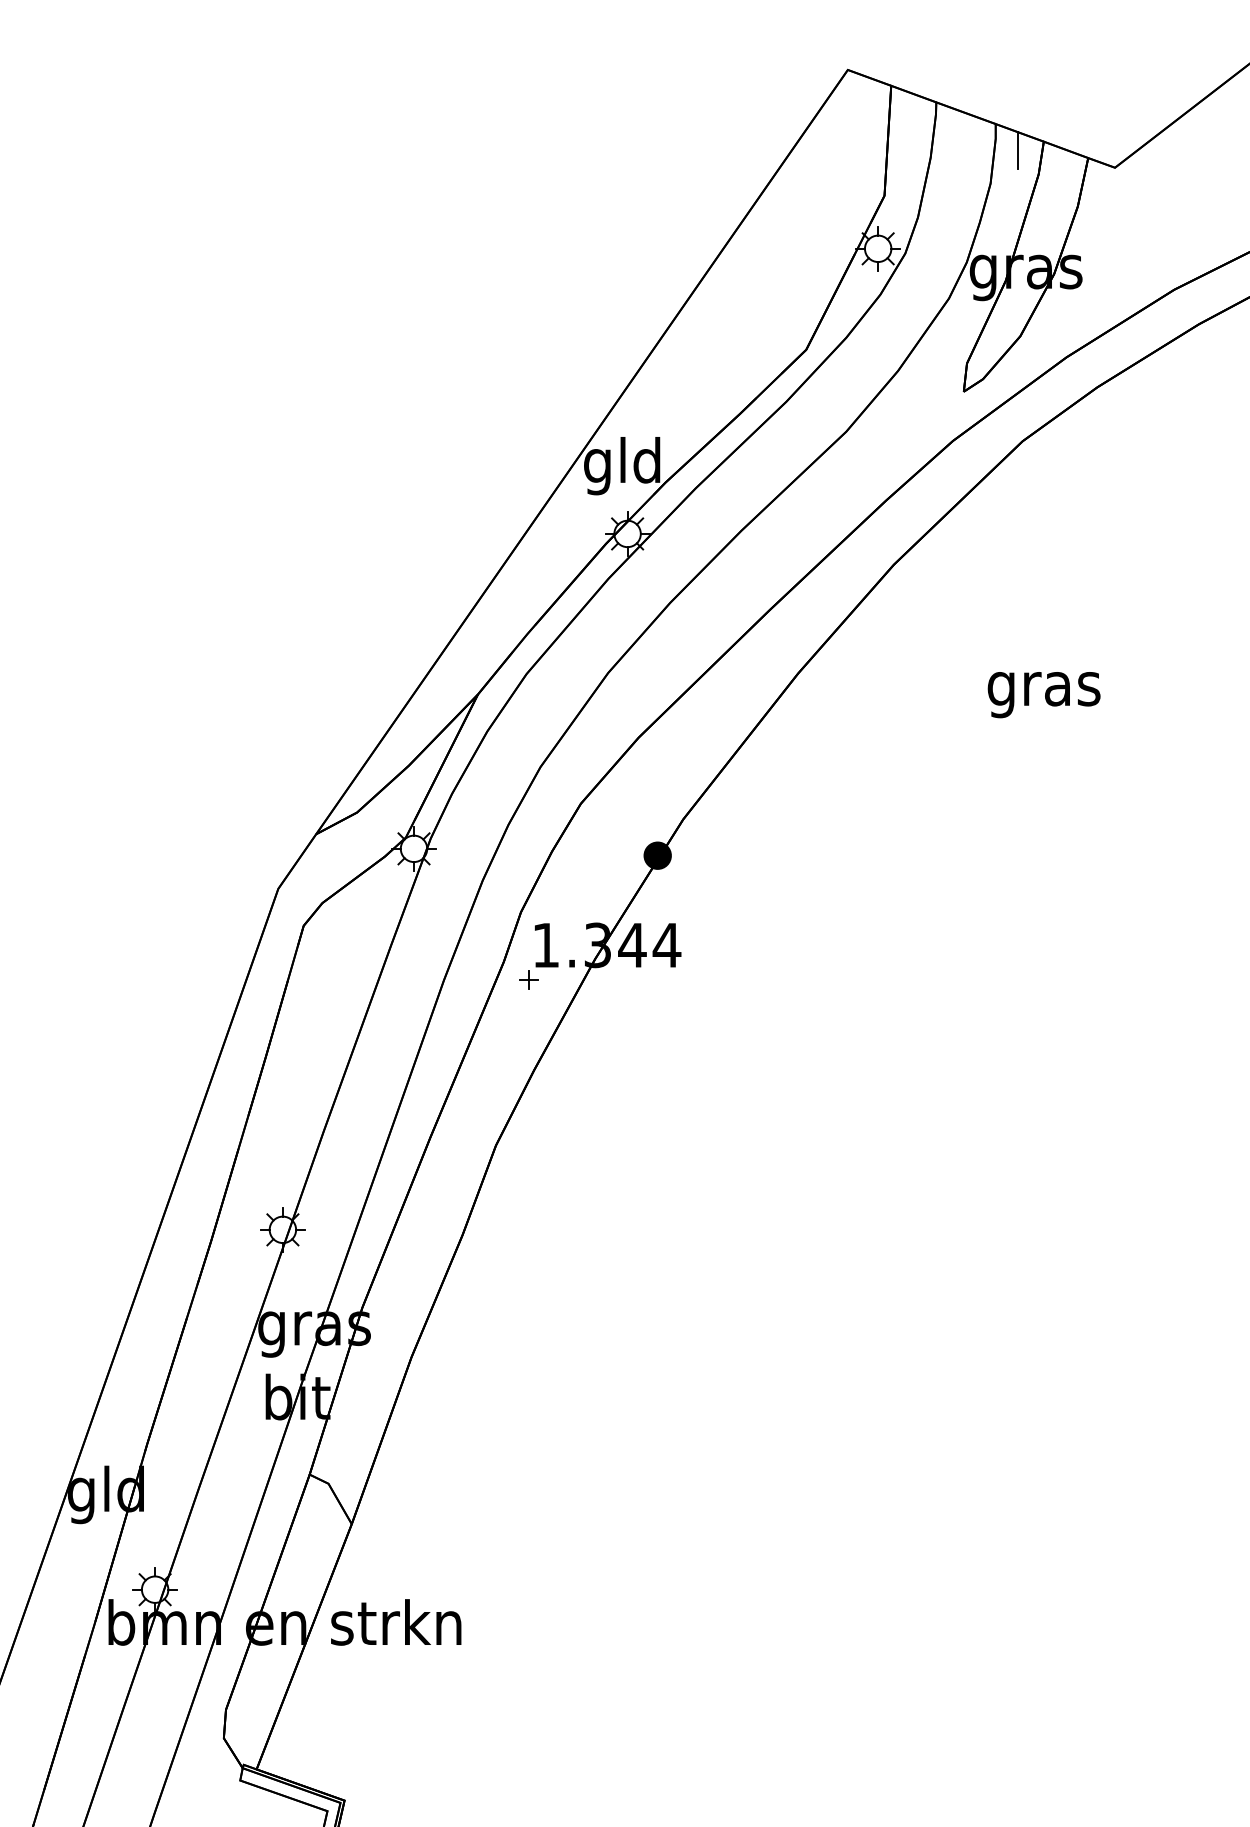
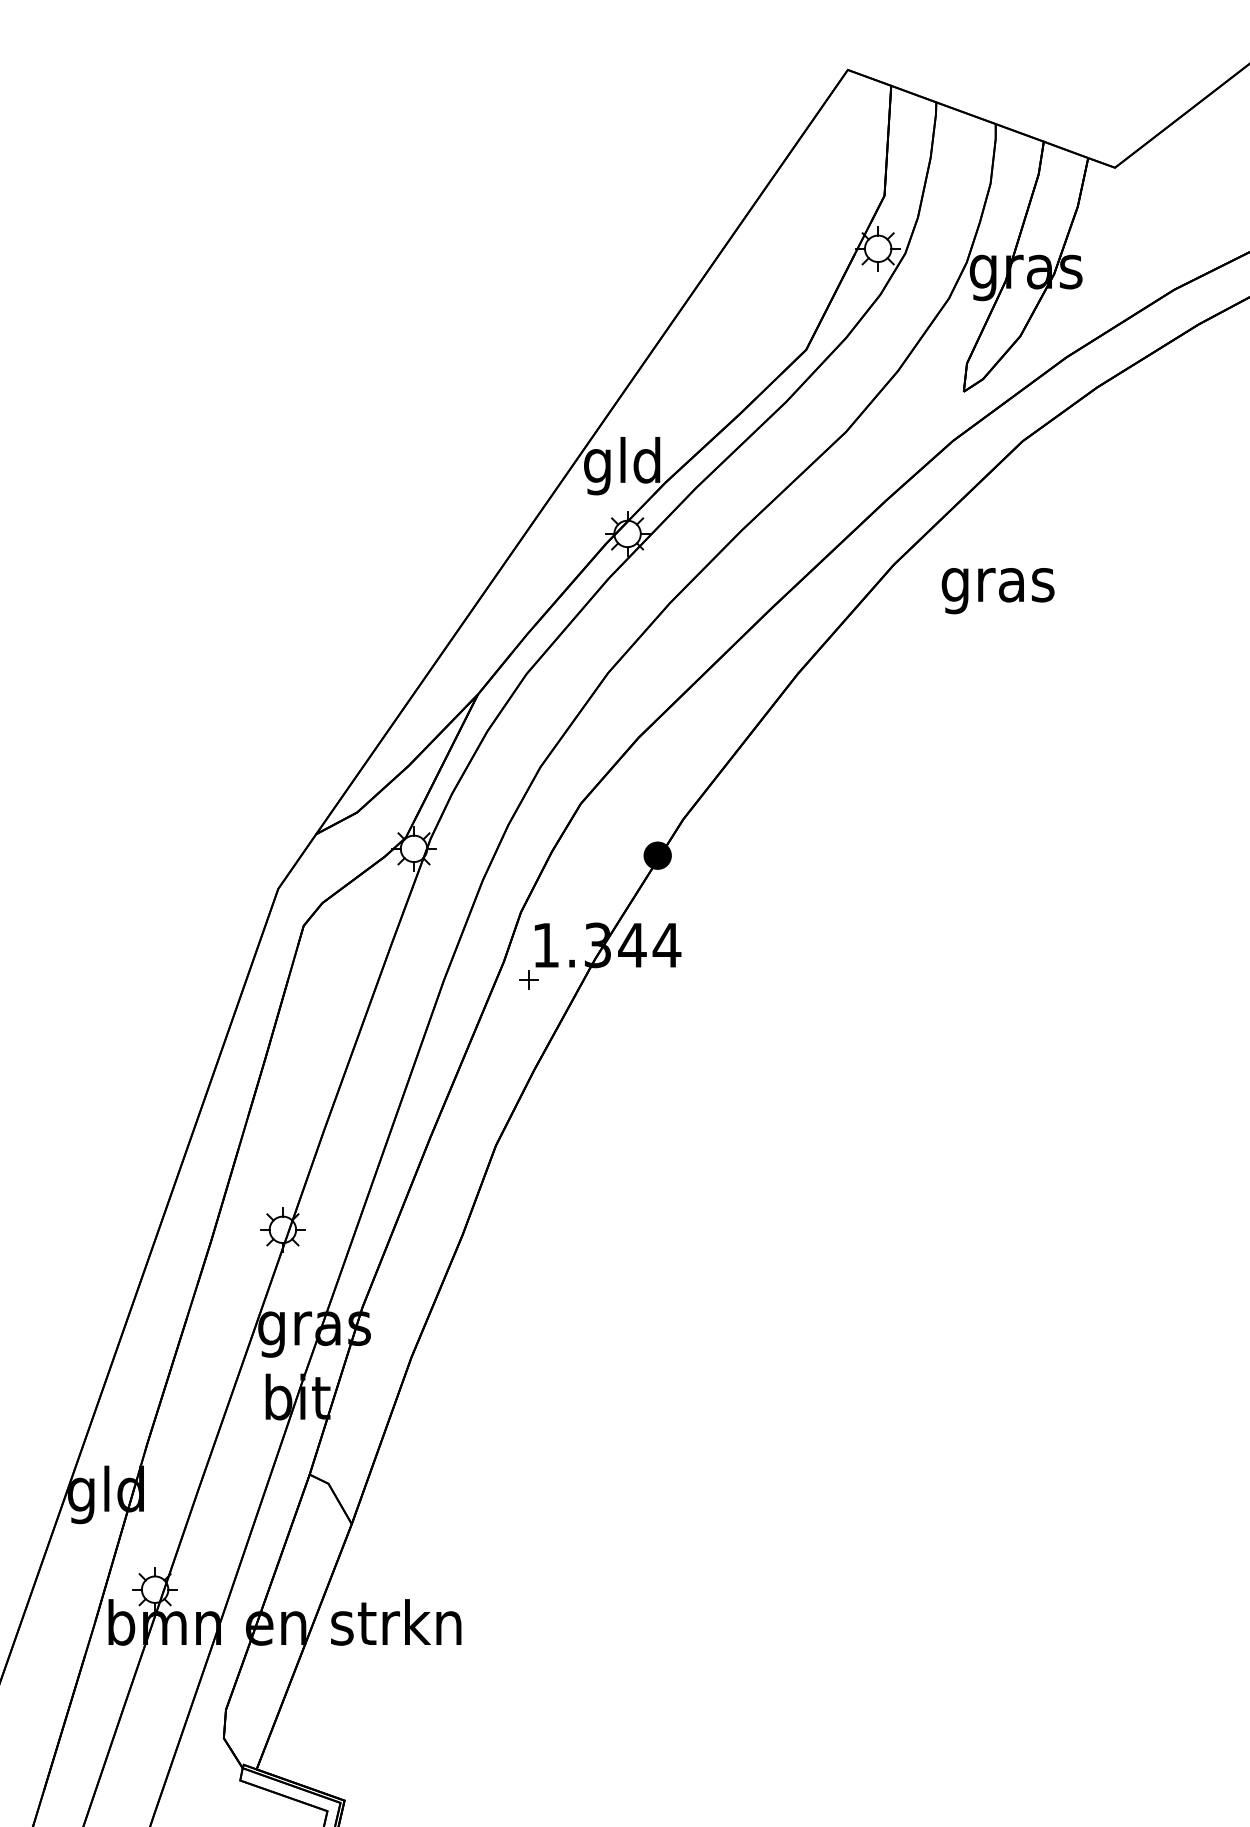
line at (1017, 150): present -> none
text at (1043, 695) position: (1043, 695) -> (997, 591)
